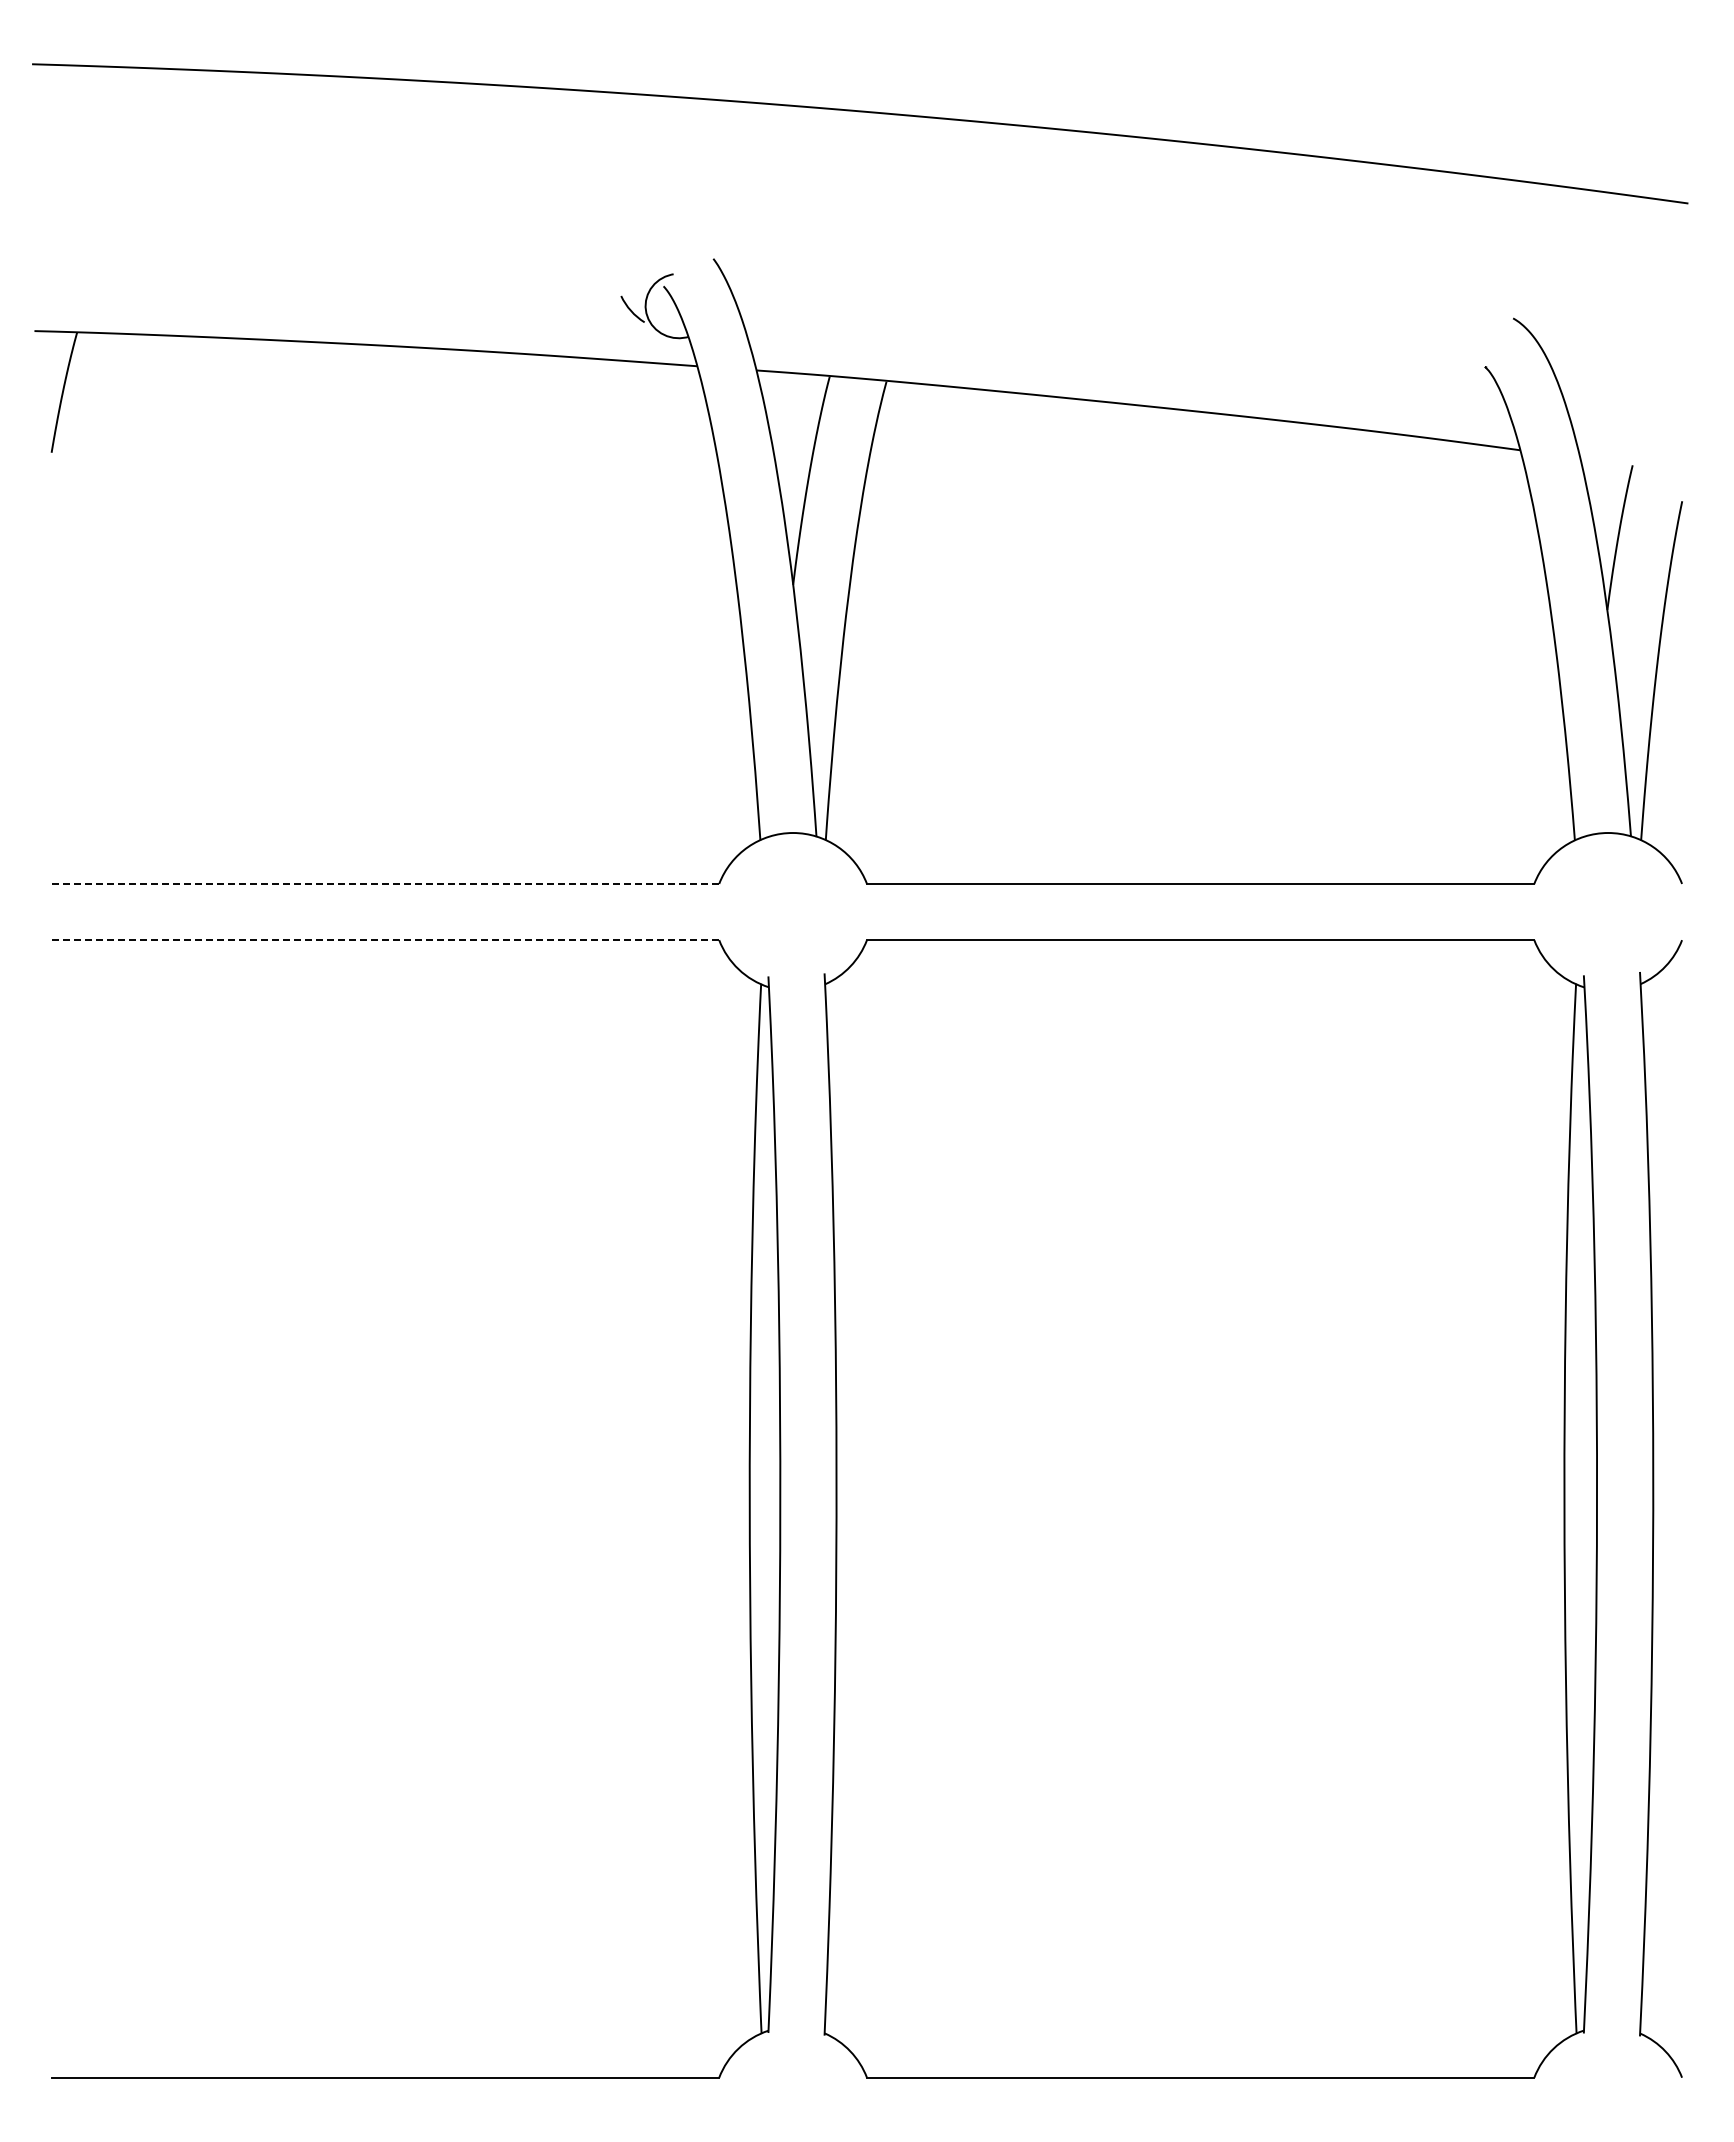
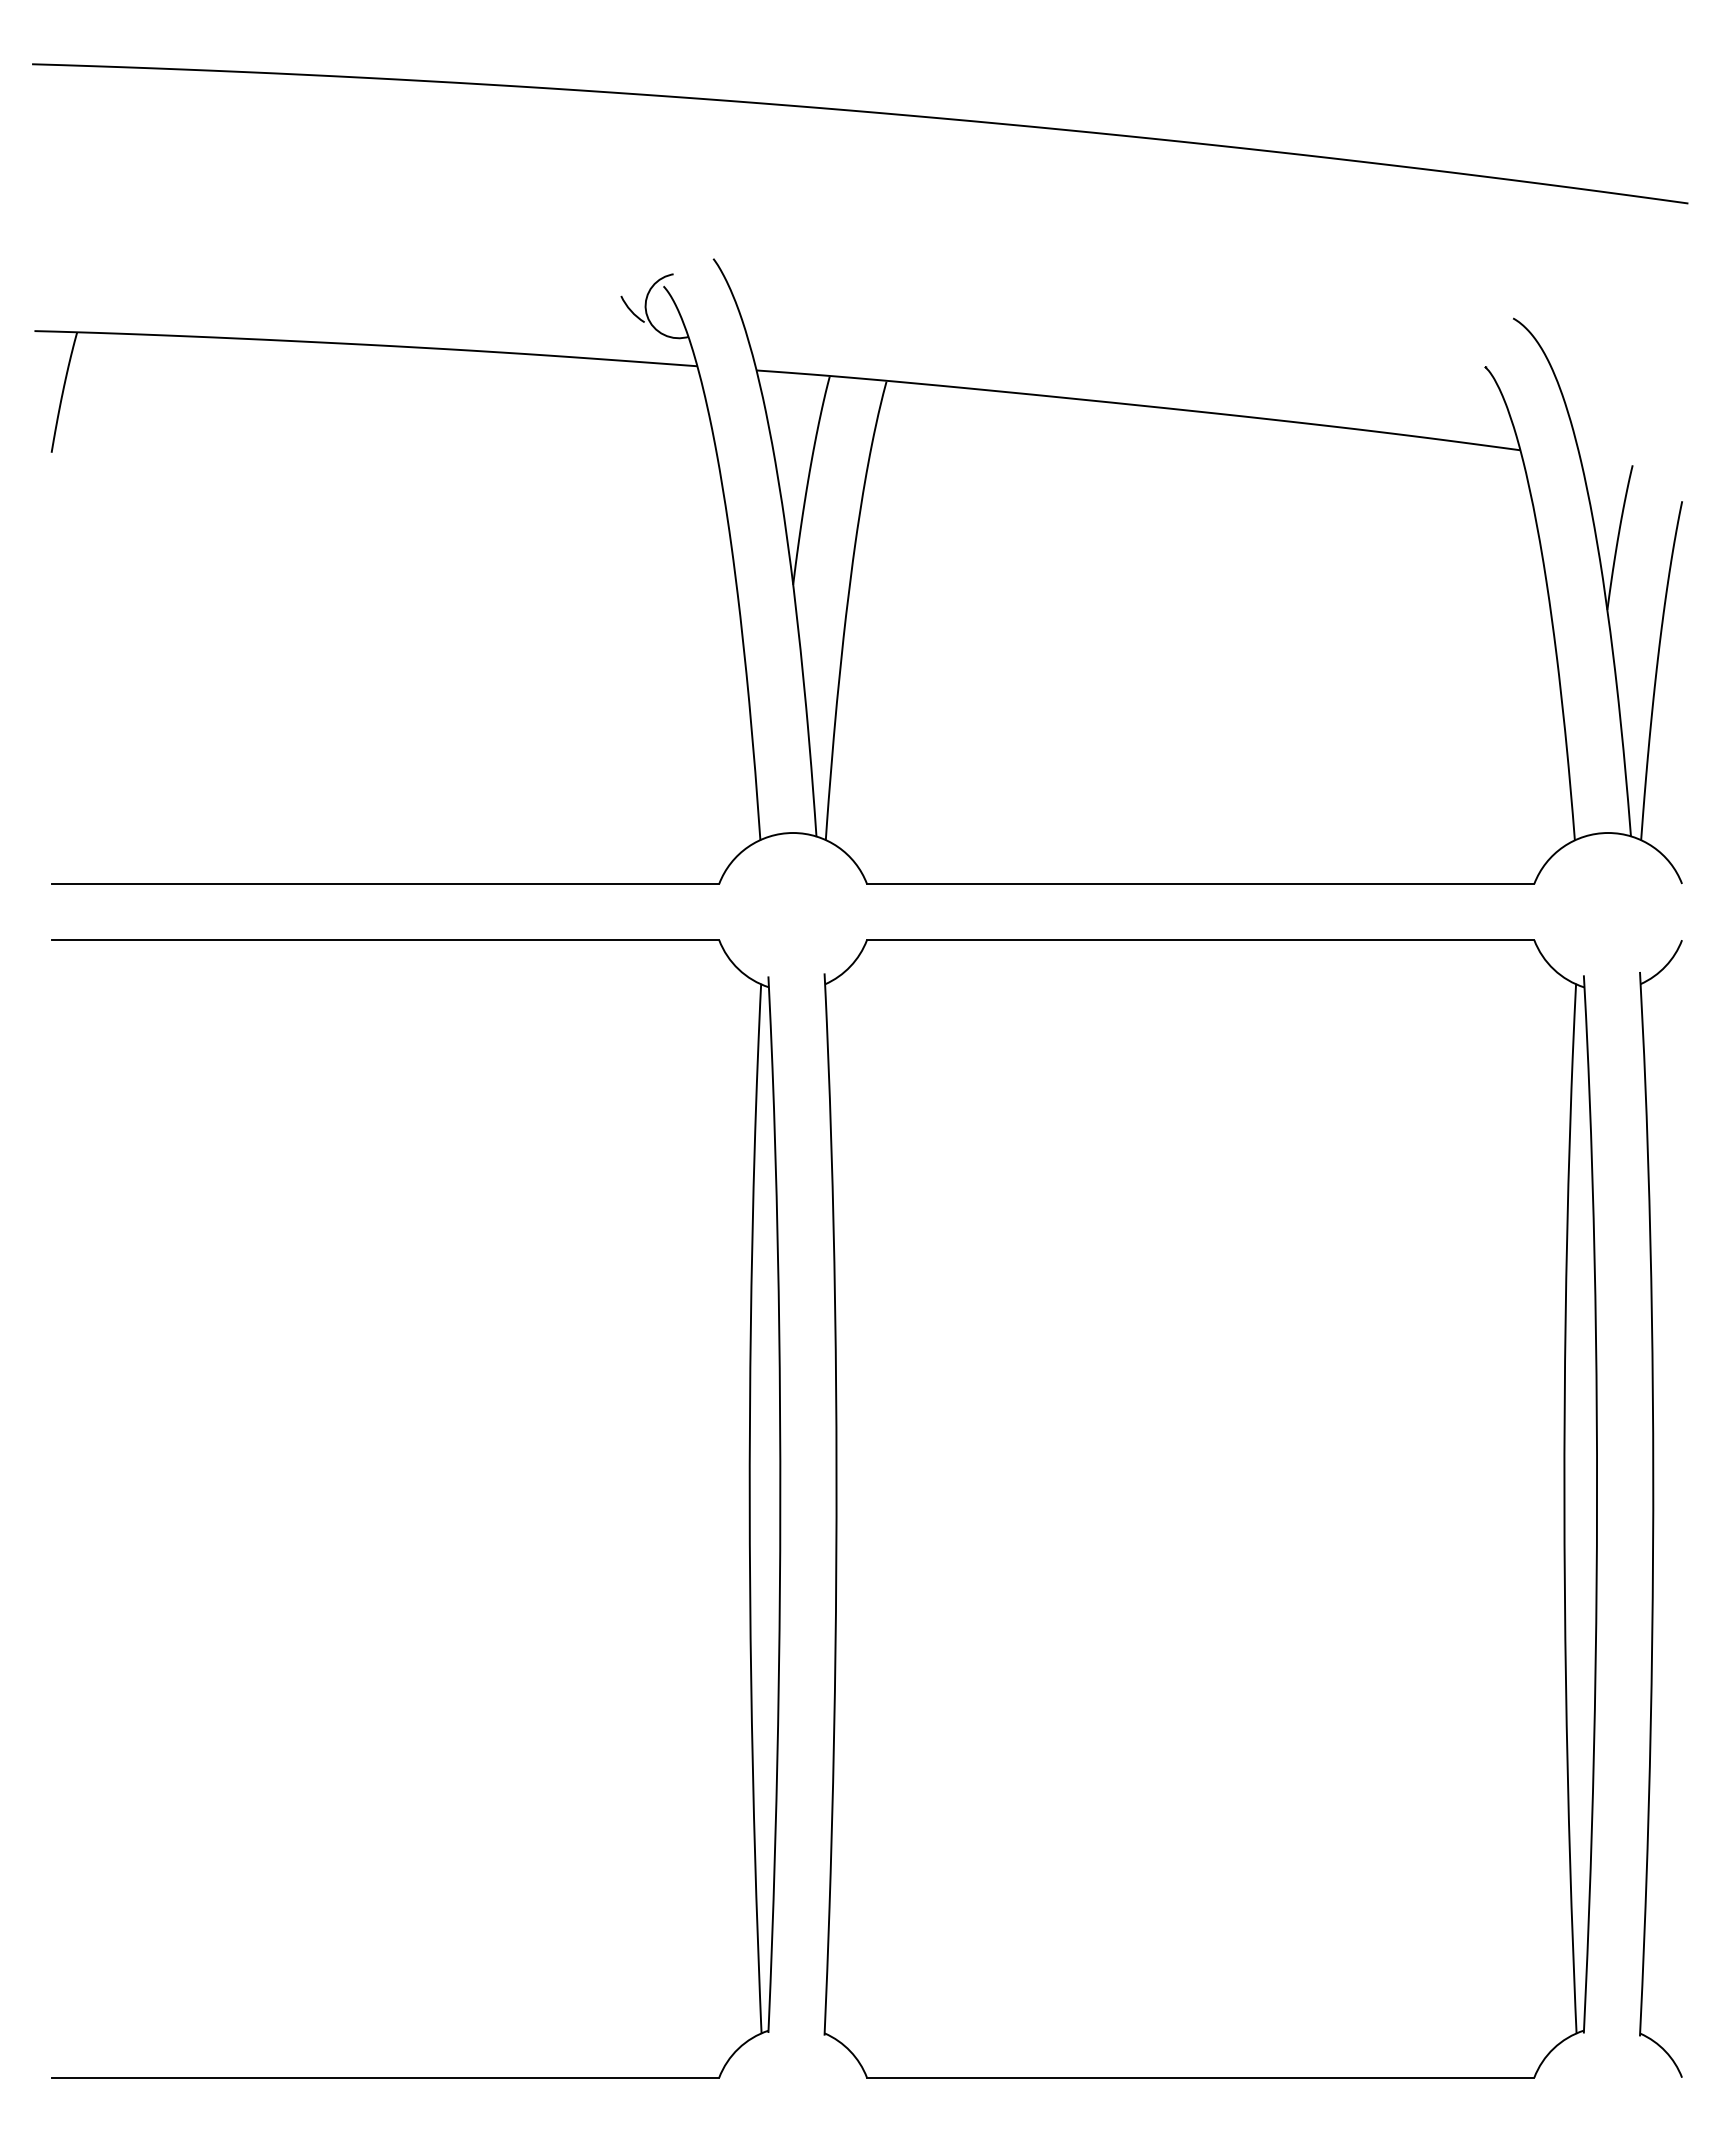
line at (385, 883): dashed -> solid
line at (385, 940): dashed -> solid
